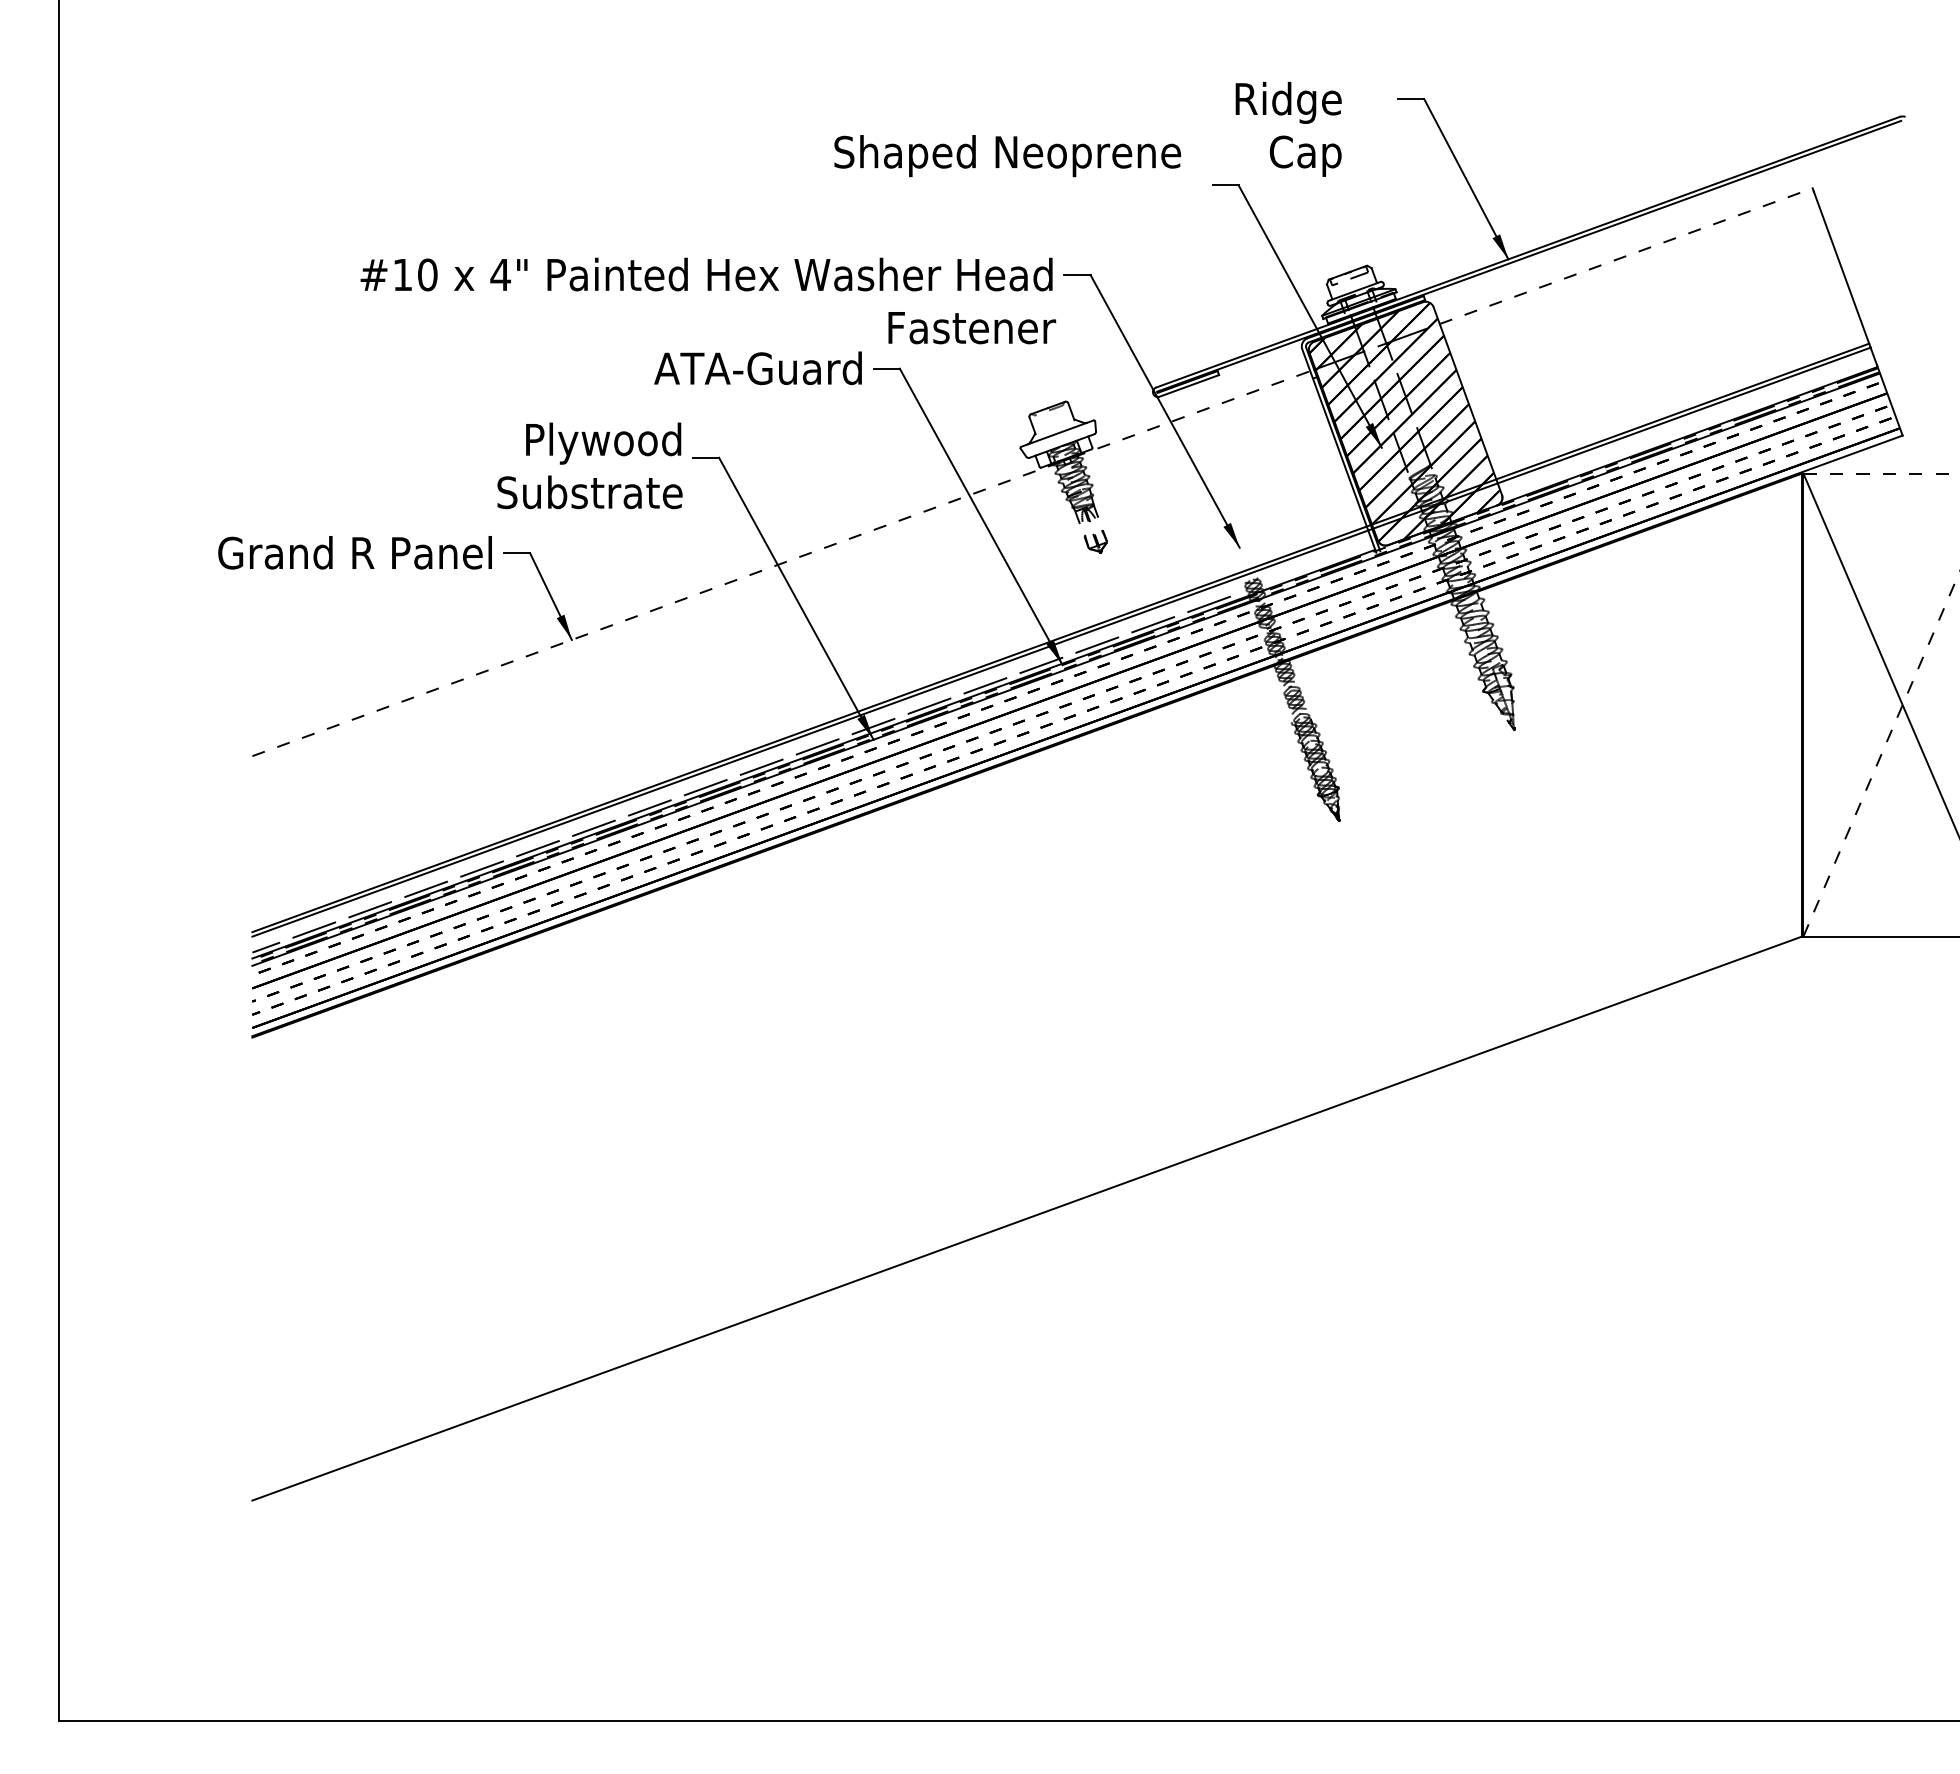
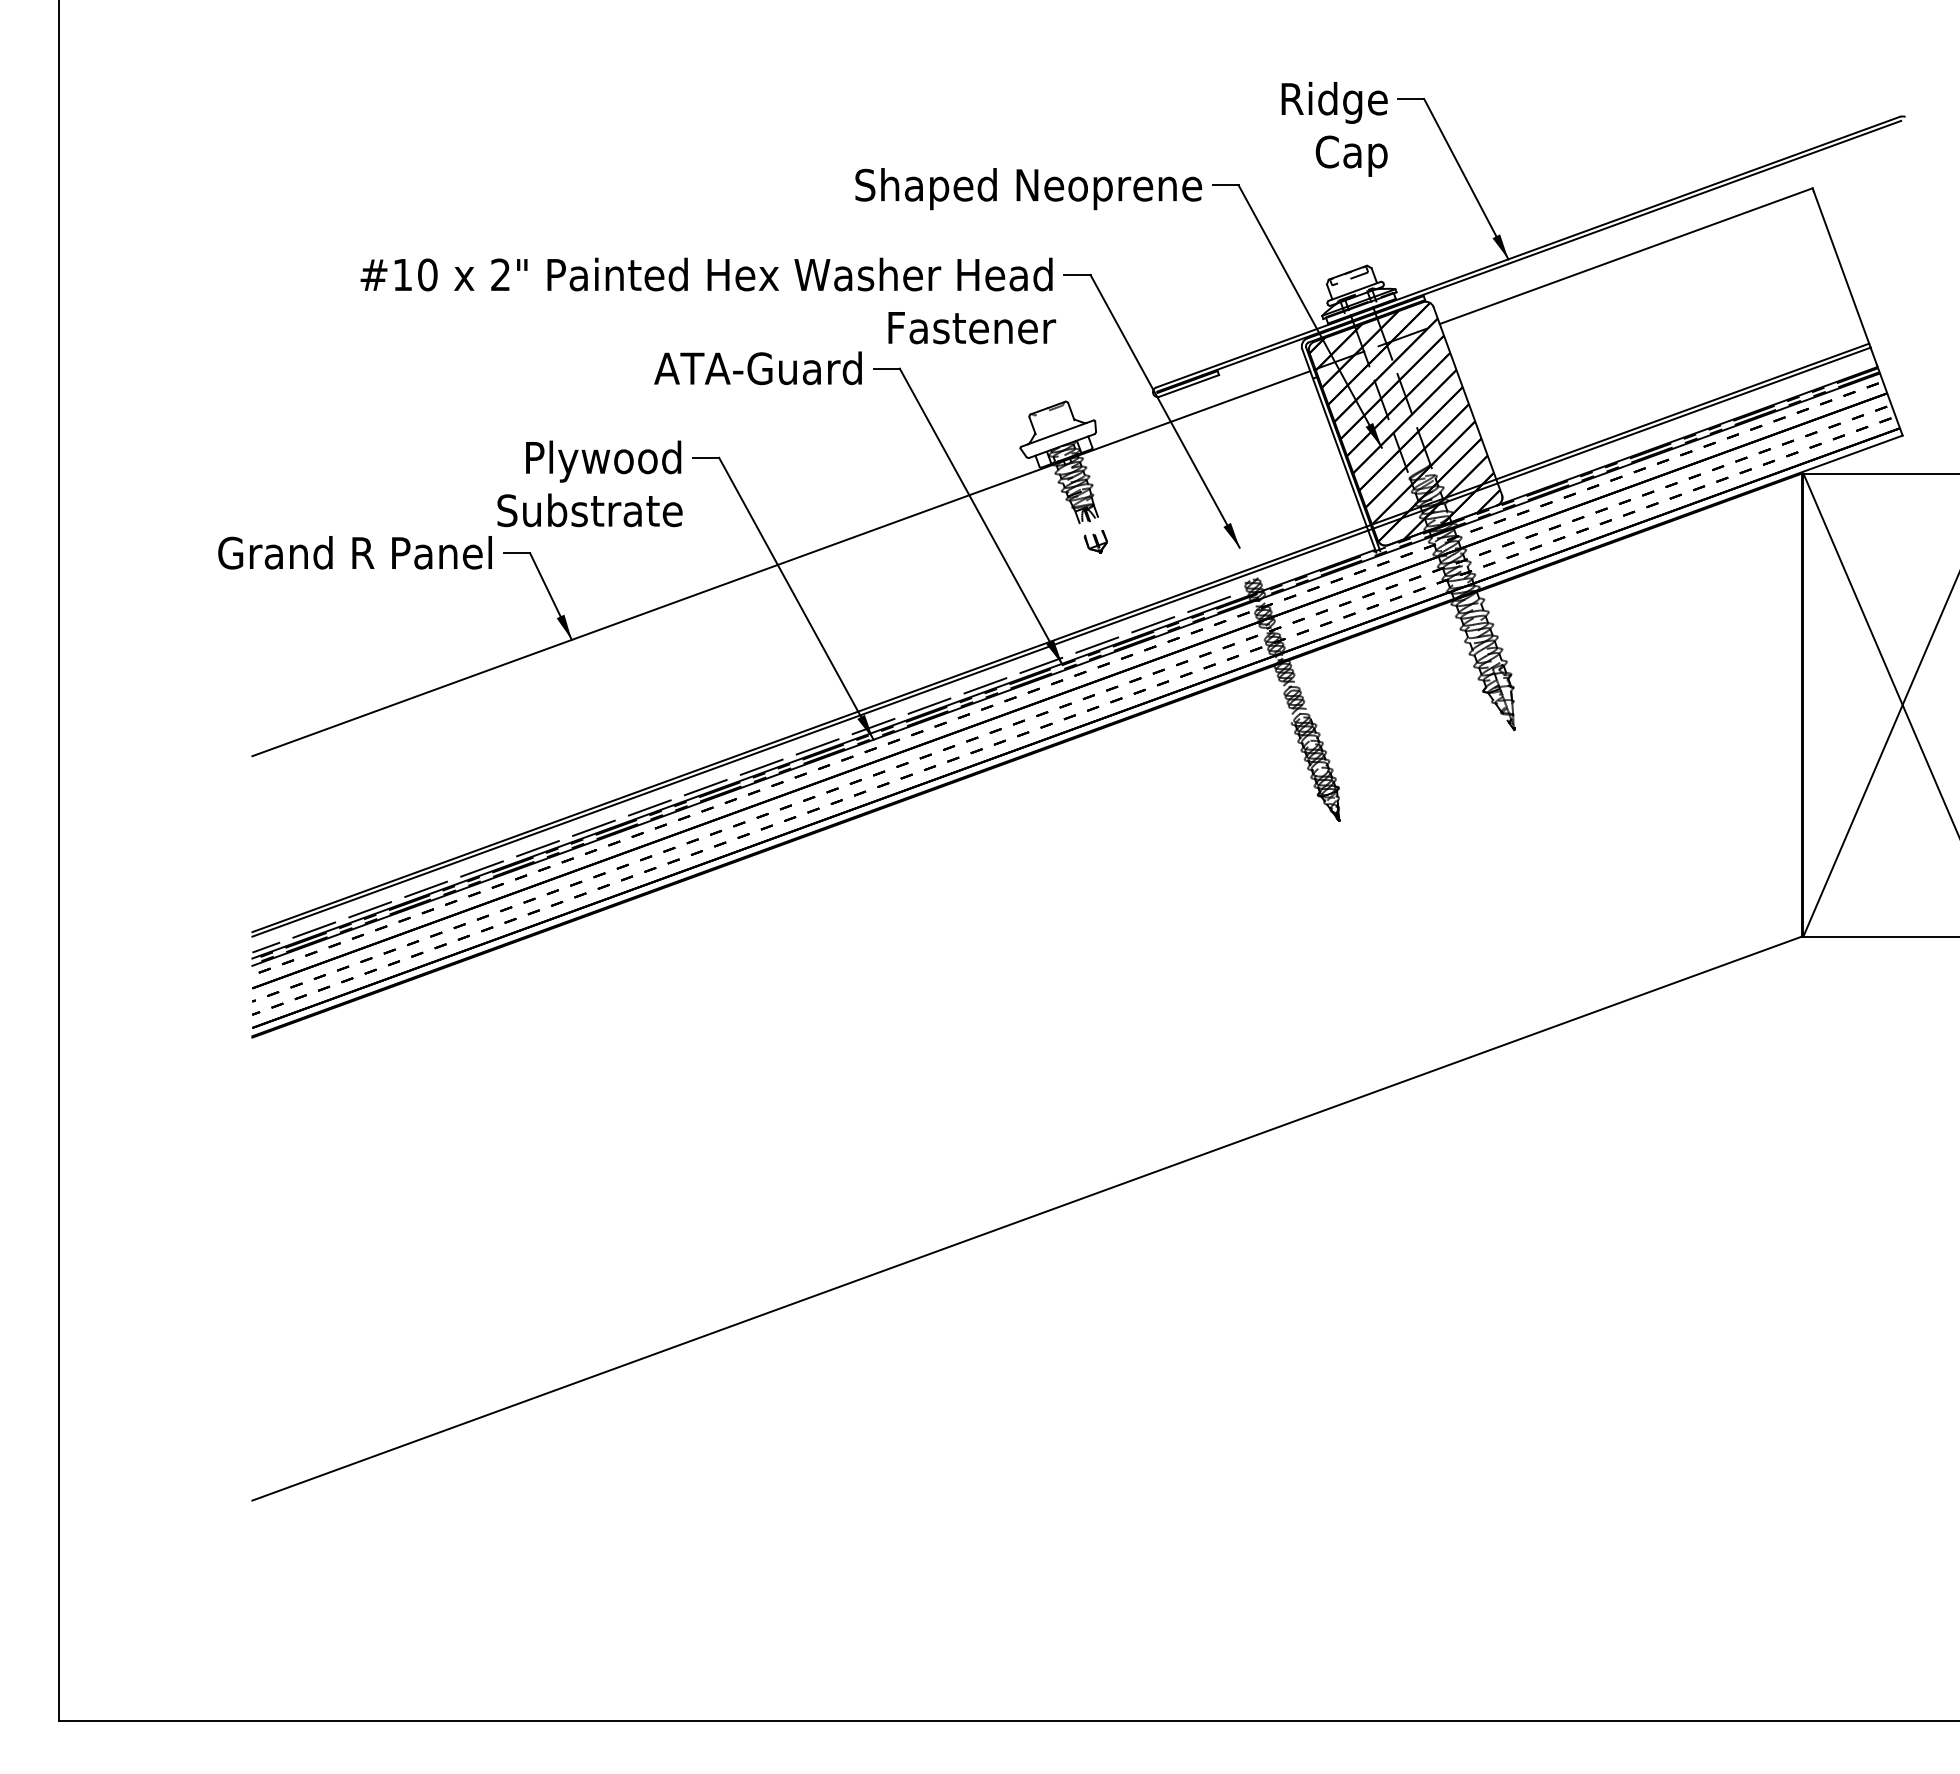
text at (1288, 129) position: (1288, 129) -> (1334, 129)
text at (1007, 156) position: (1007, 156) -> (1028, 189)
line at (1626, 256): dashed -> solid
text at (500, 274): 4" -> 2"
text at (589, 465) position: (589, 465) -> (589, 483)
line at (1882, 473): dashed -> solid
line at (781, 563): dashed -> solid
line at (1881, 753): dashed -> solid
